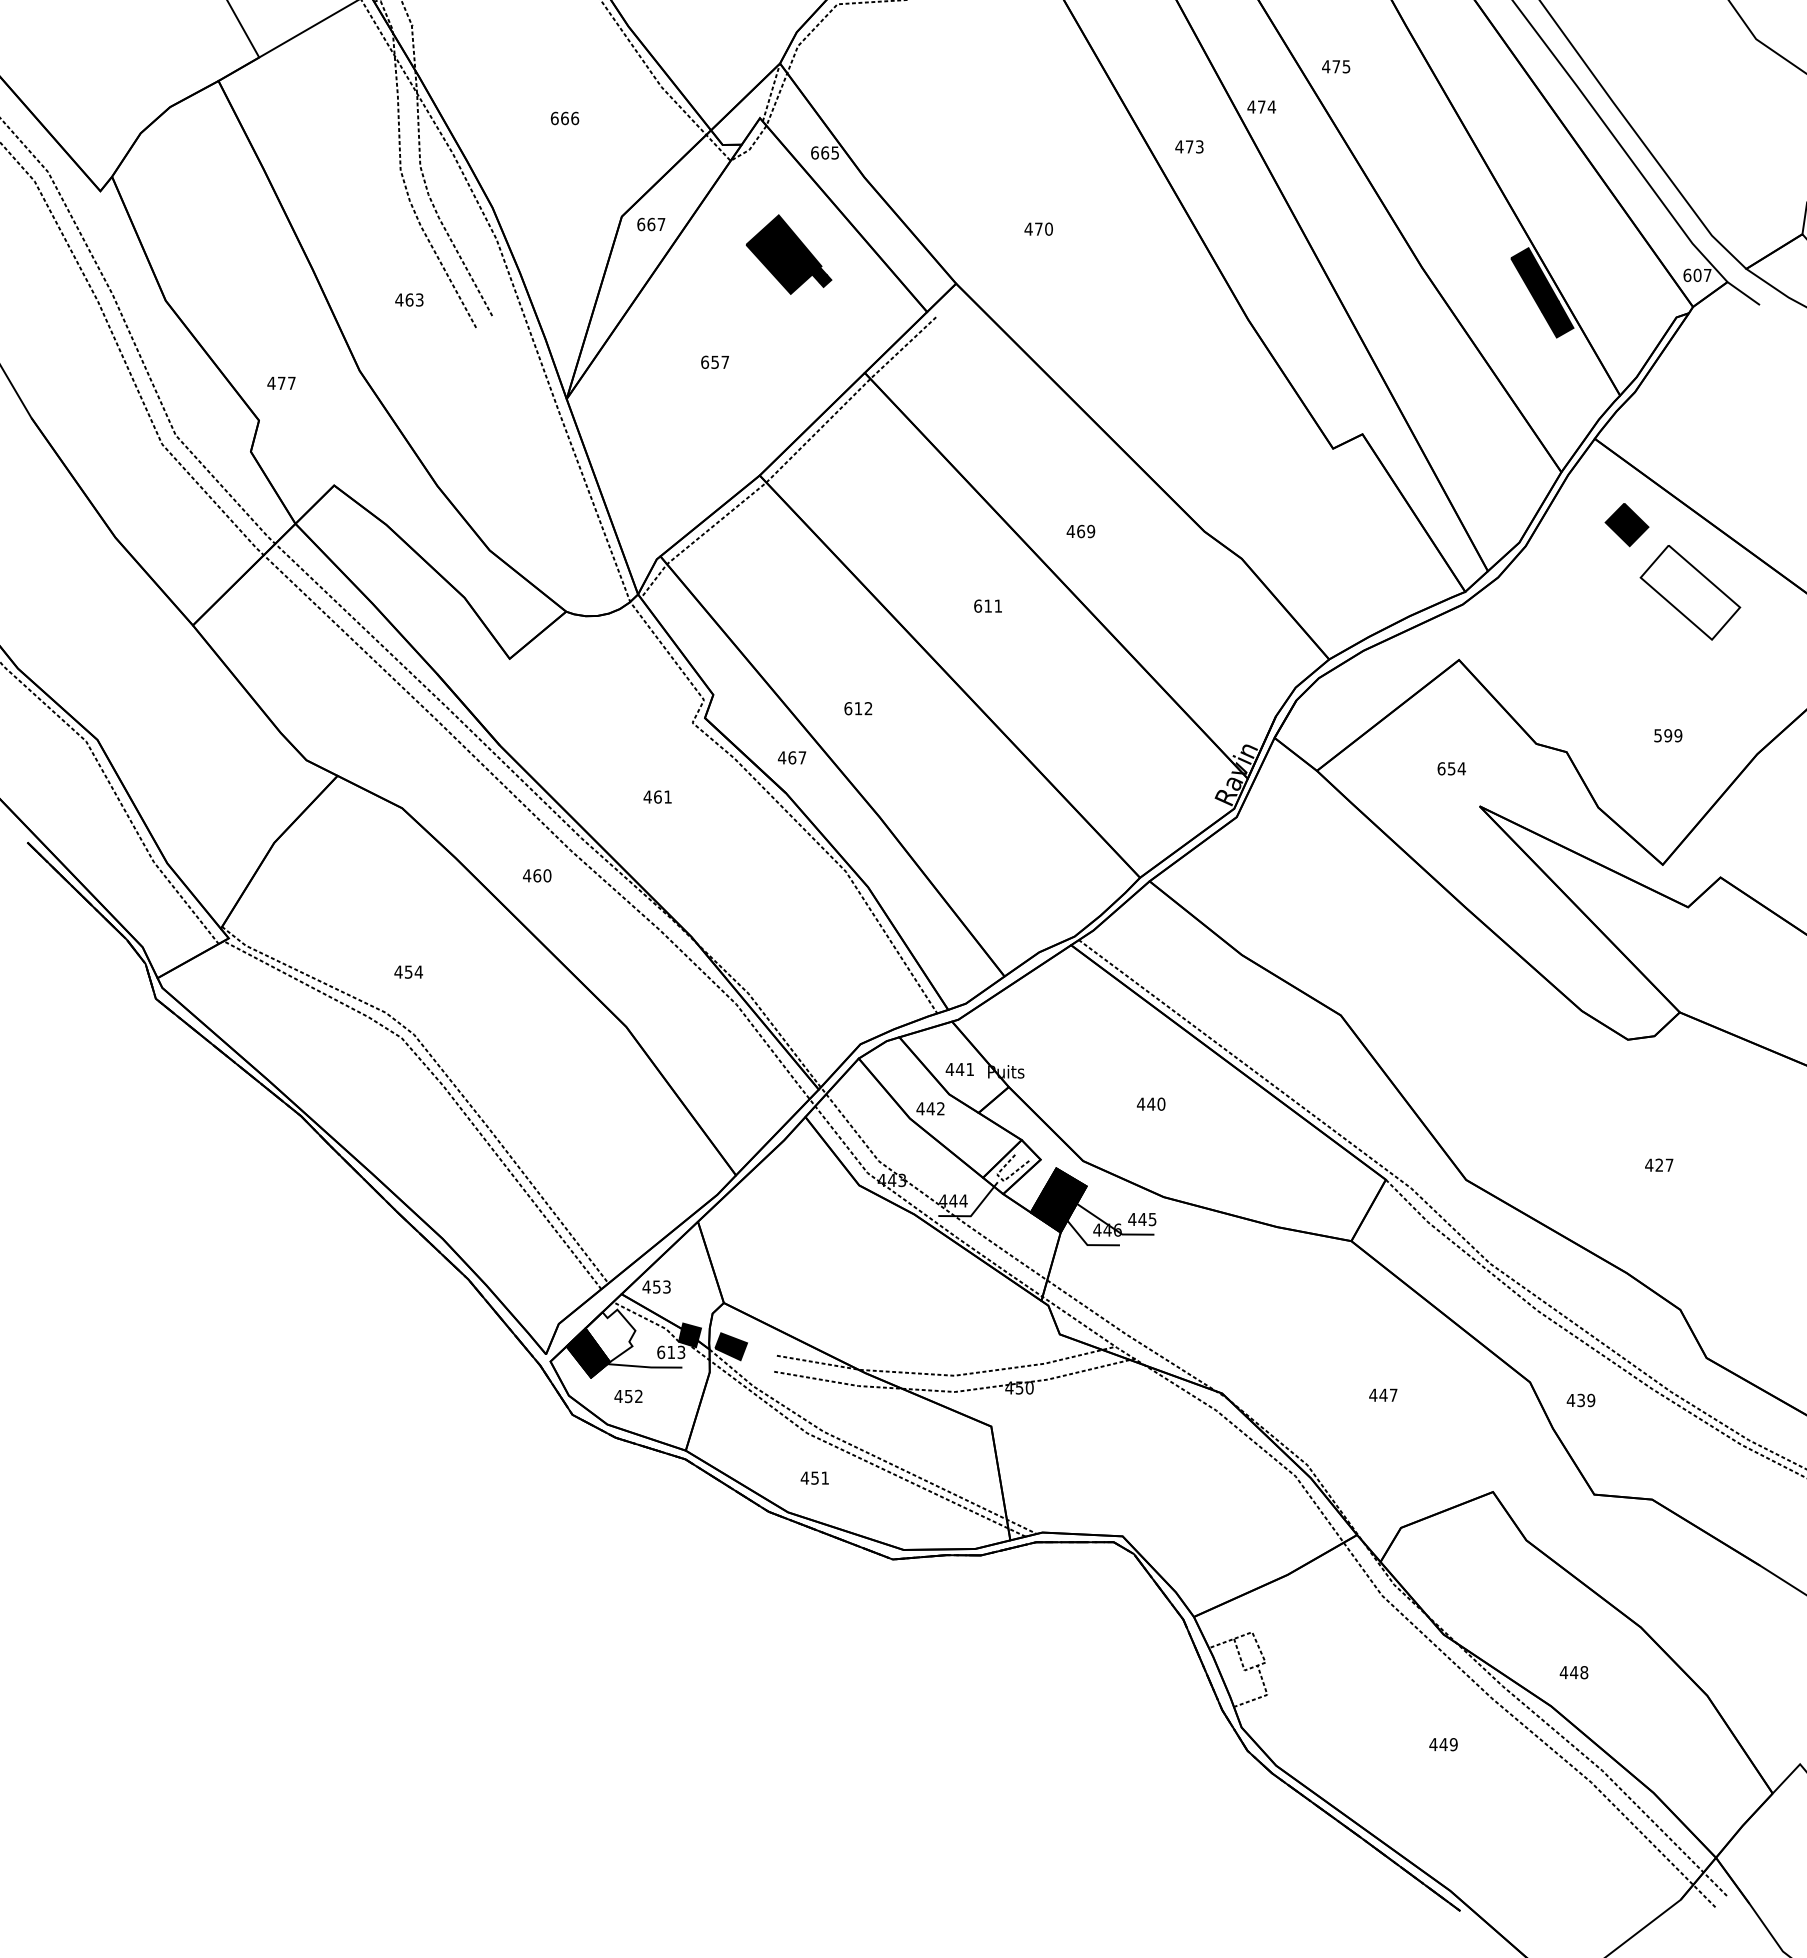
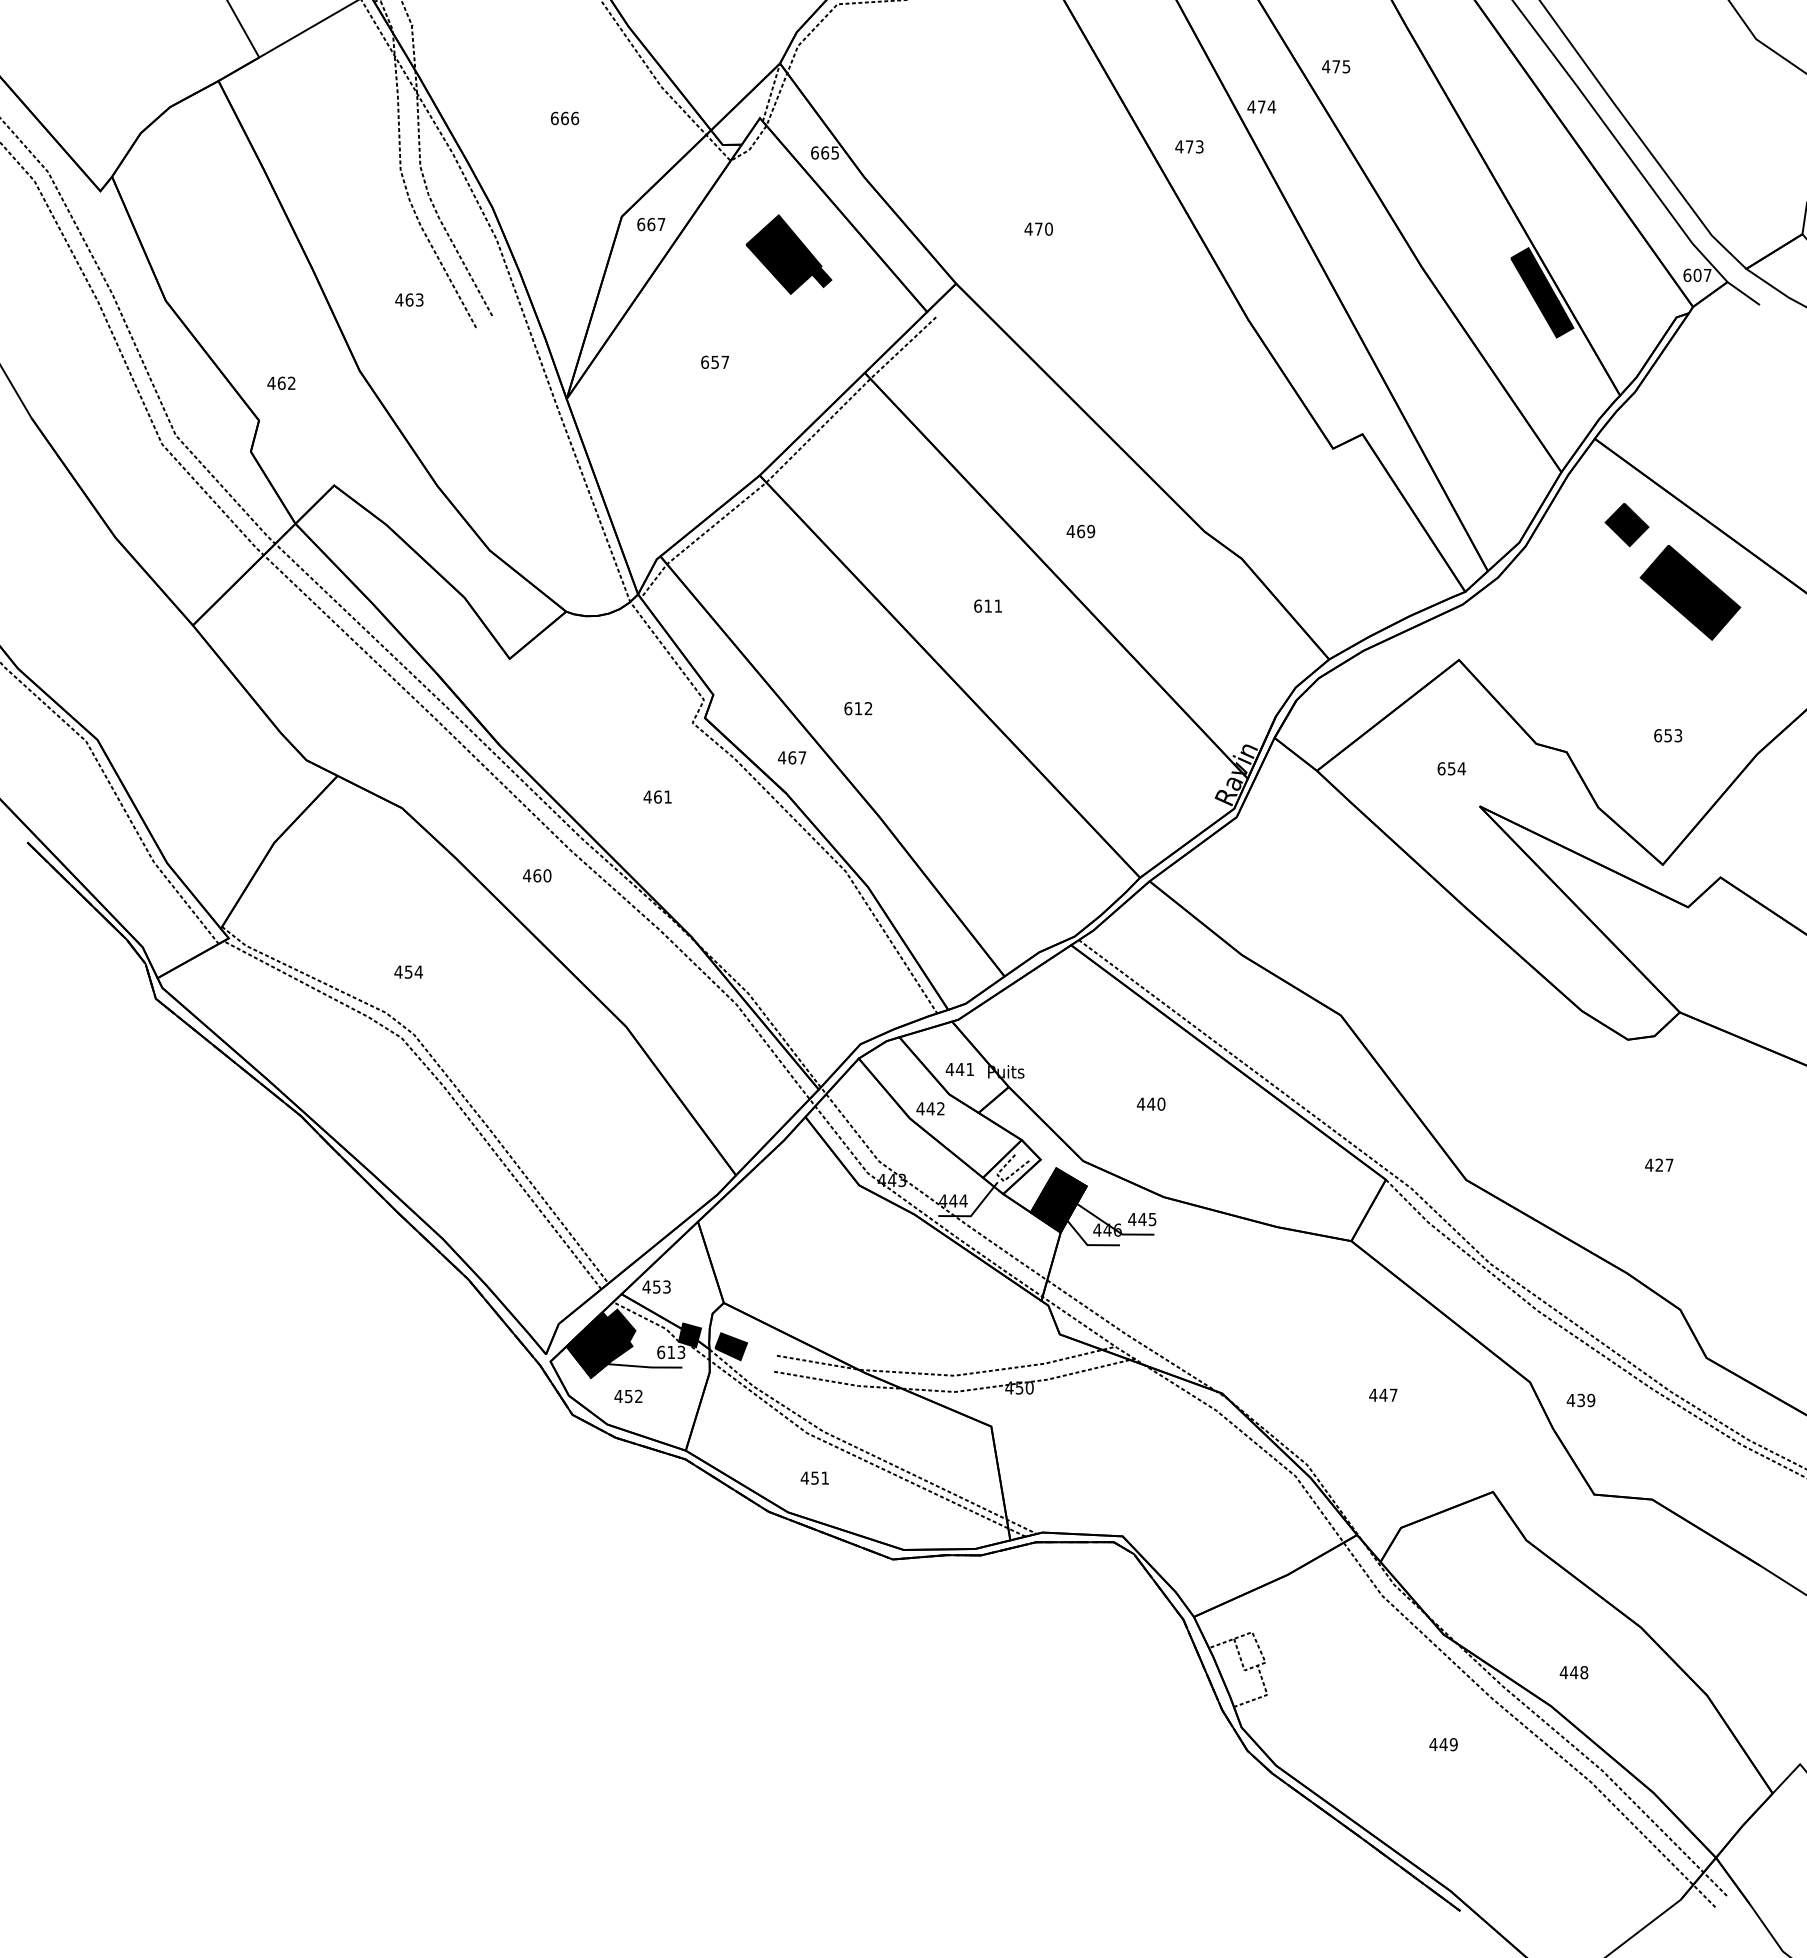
text at (286, 382): 477 -> 462
fill at (1690, 592): none -> present
text at (1668, 735): 599 -> 653
fill at (610, 1335): none -> present
